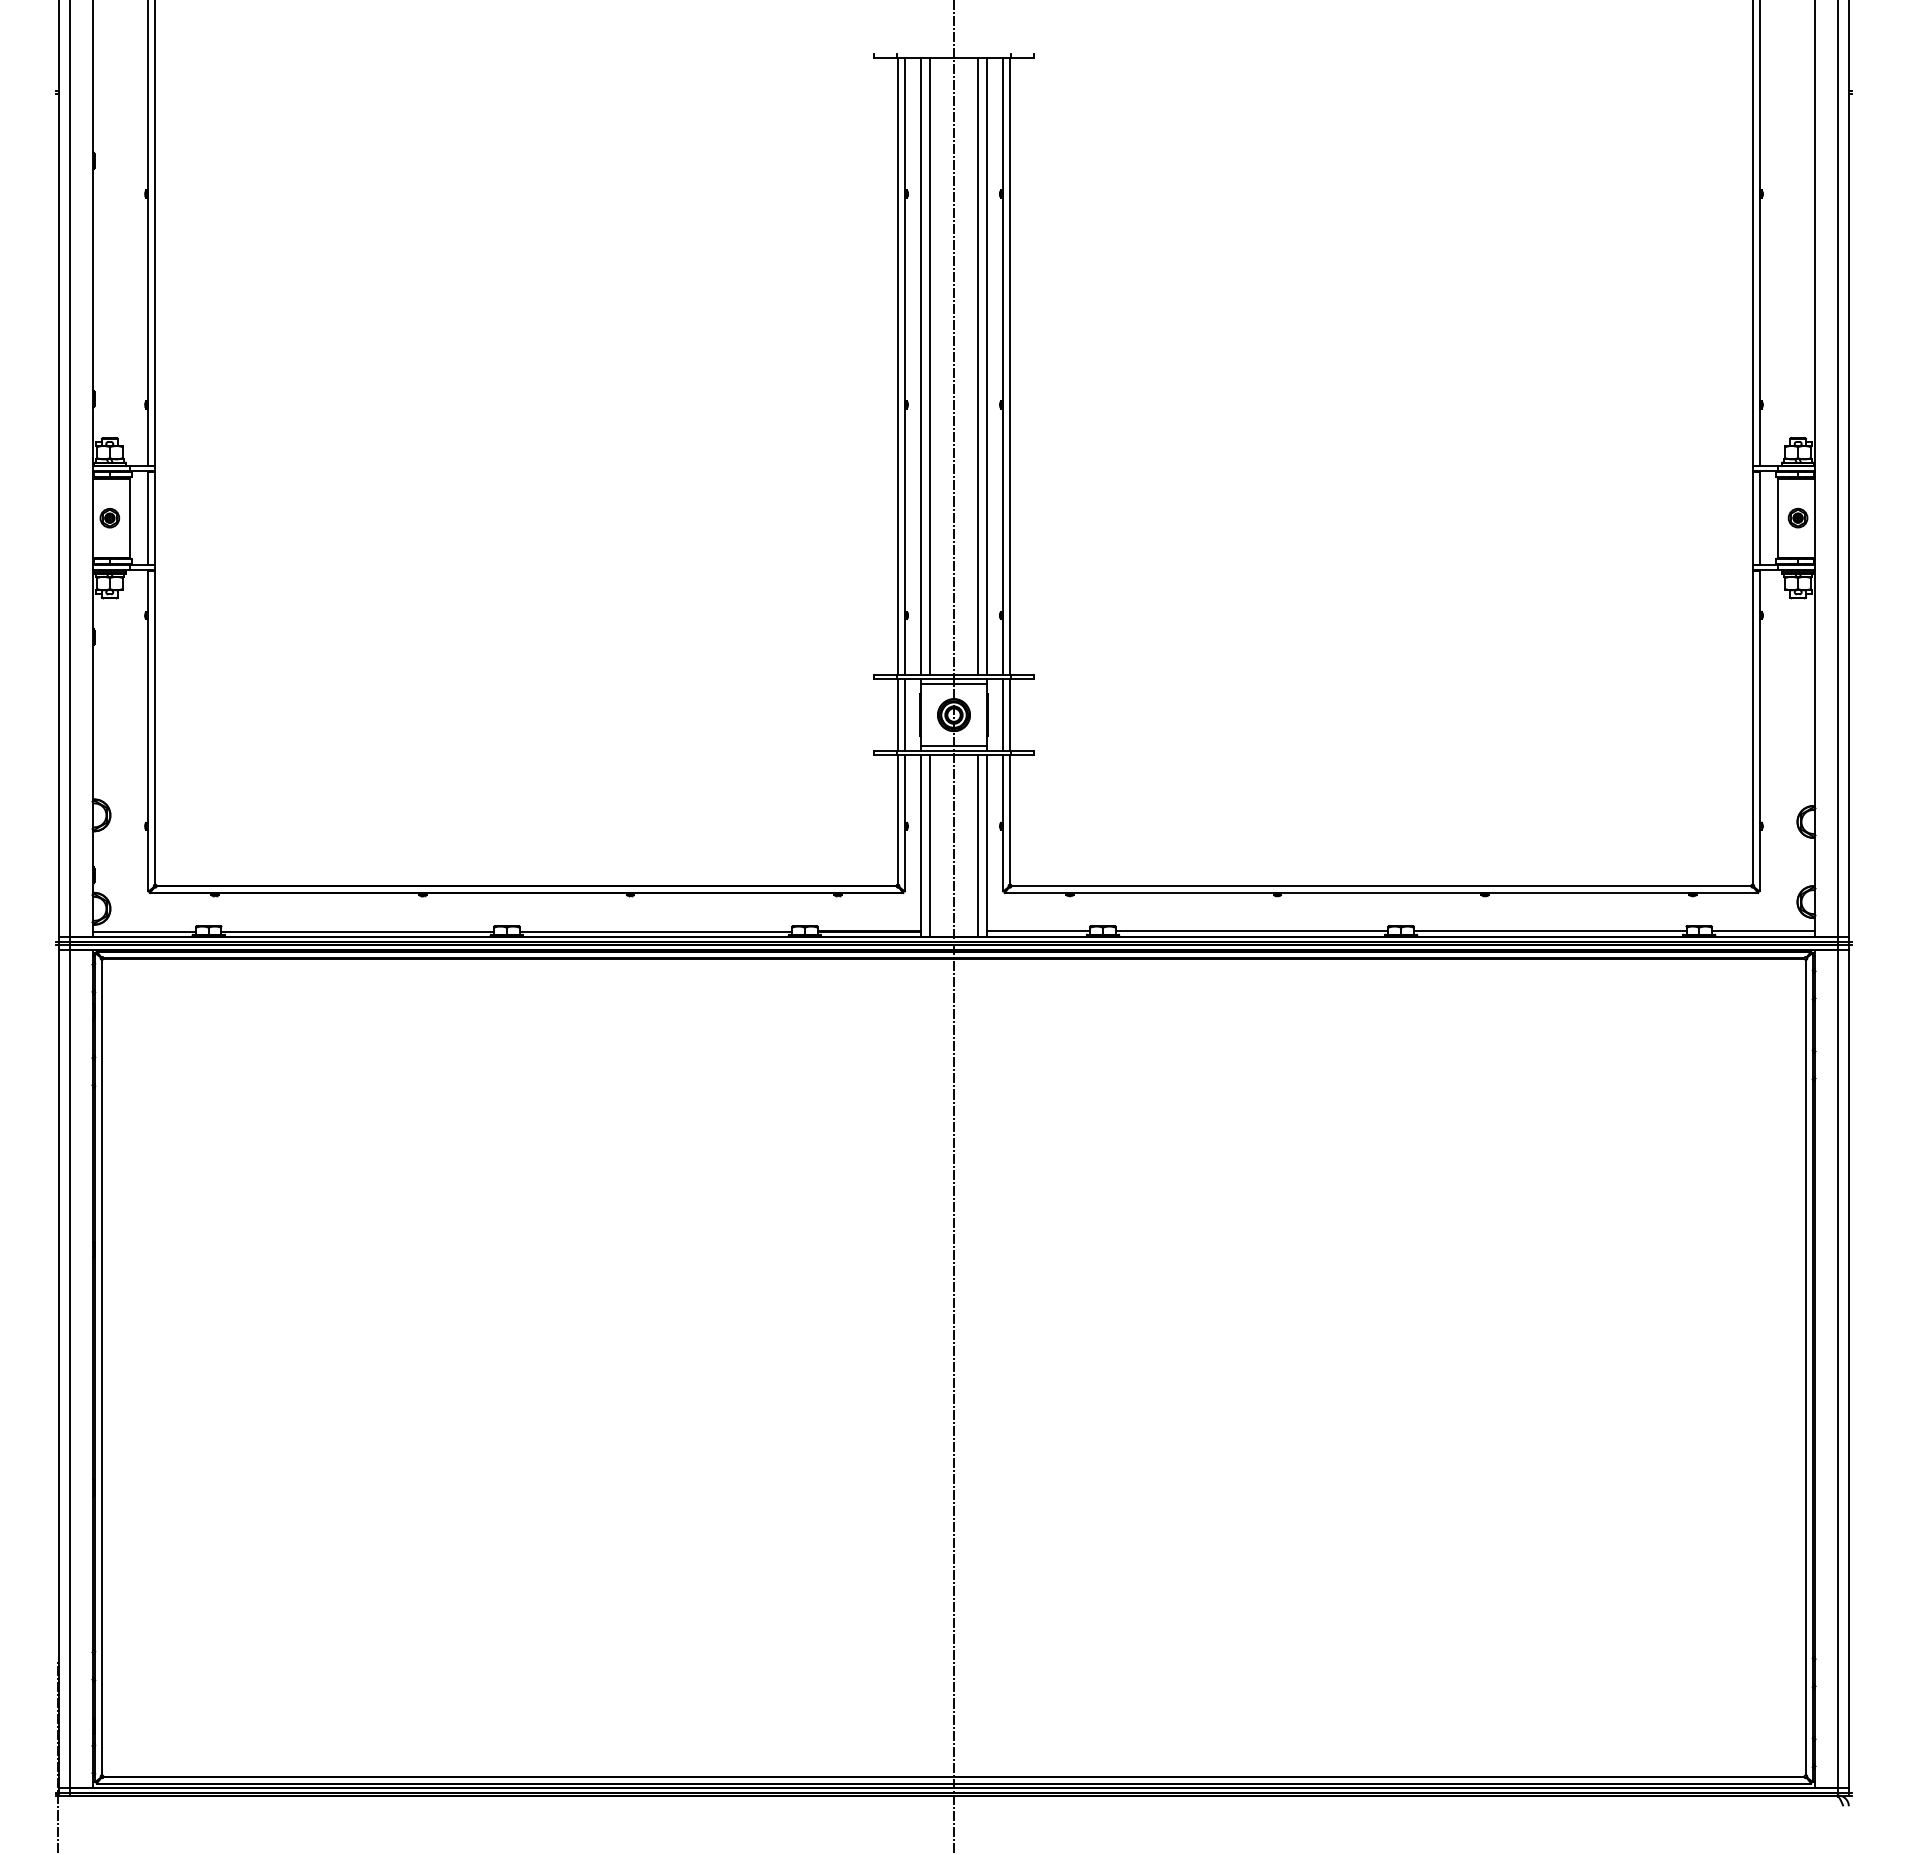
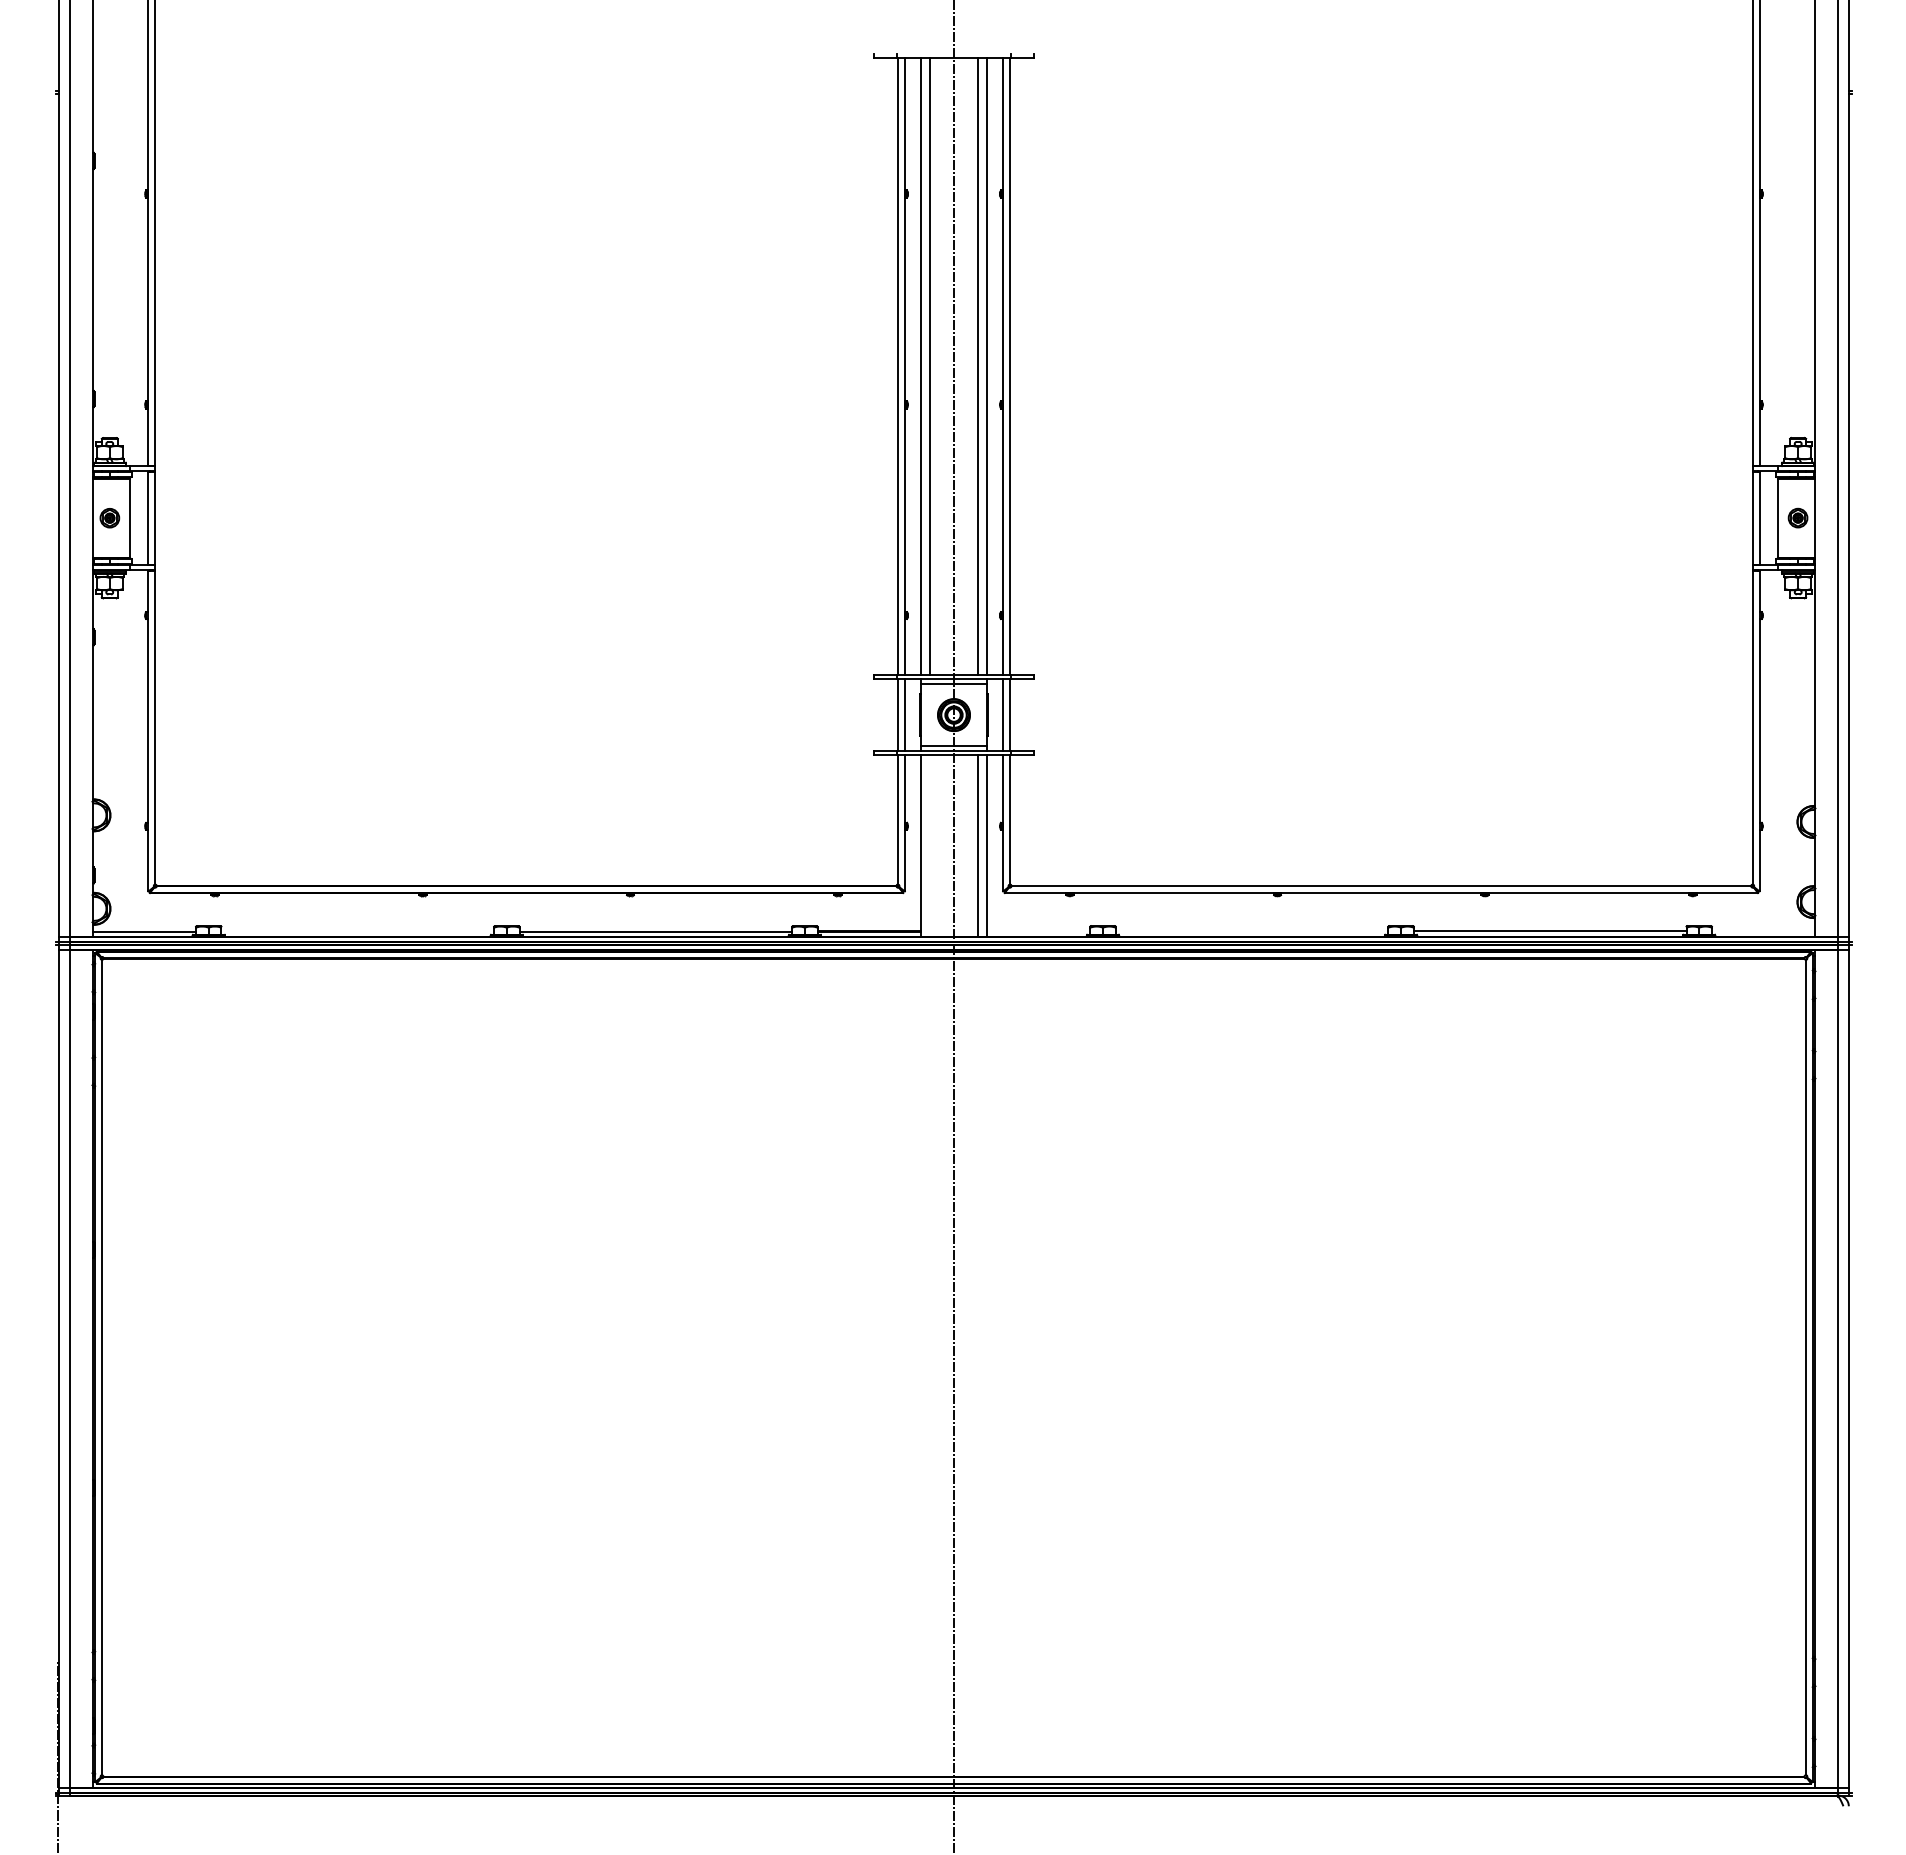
line at (929, 845): present -> none
line at (357, 931): present -> none
line at (1038, 931): present -> none
line at (1251, 931): present -> none
line at (1763, 931): present -> none
